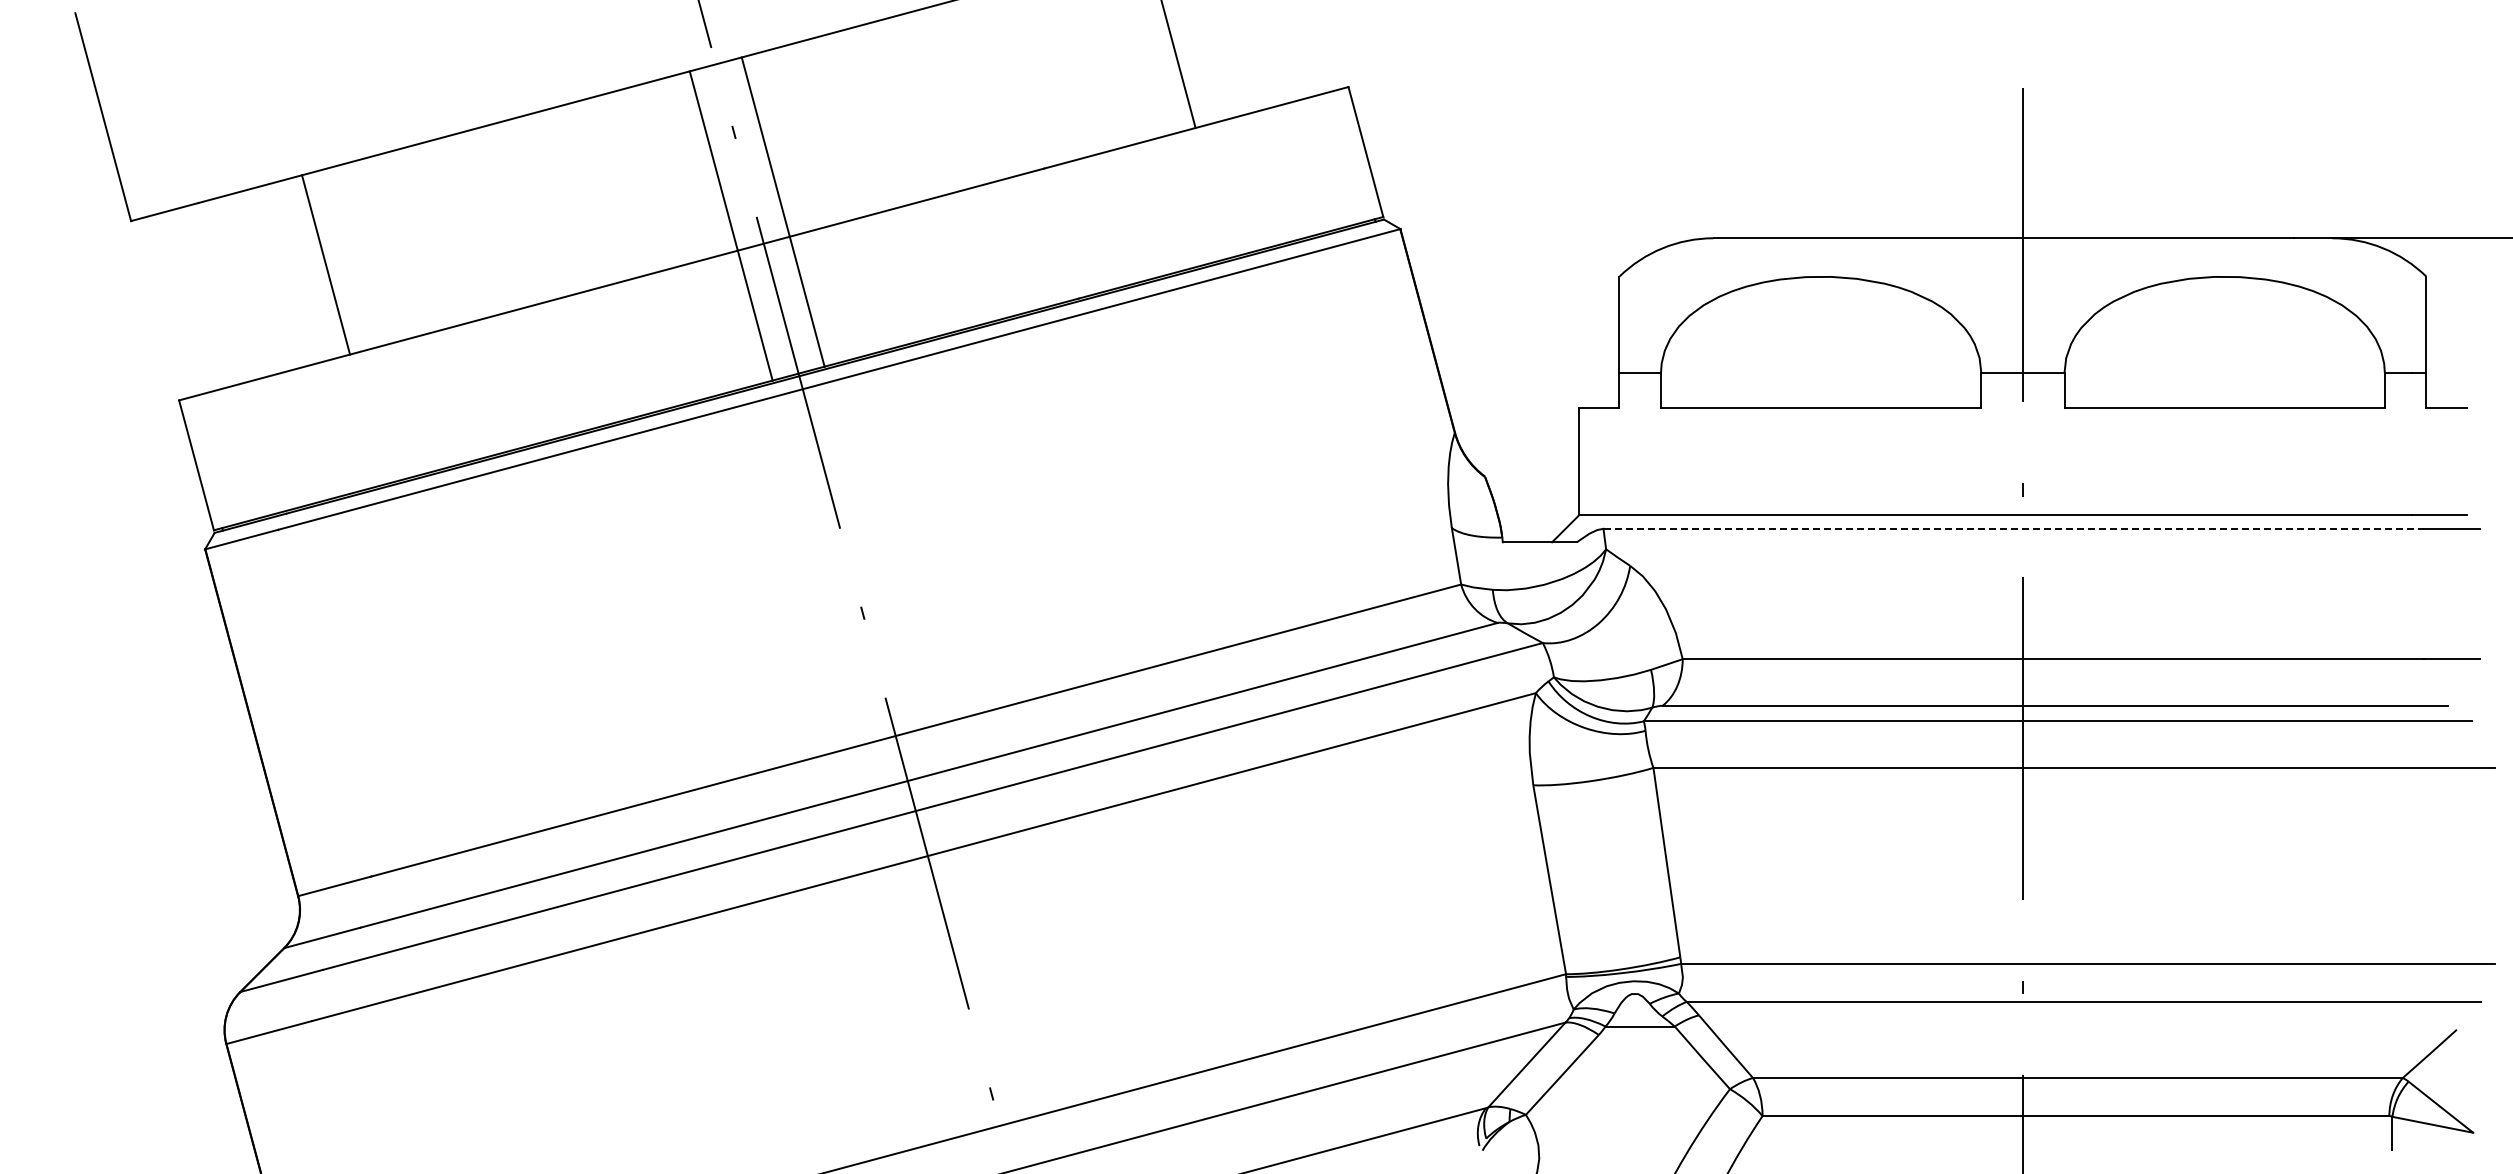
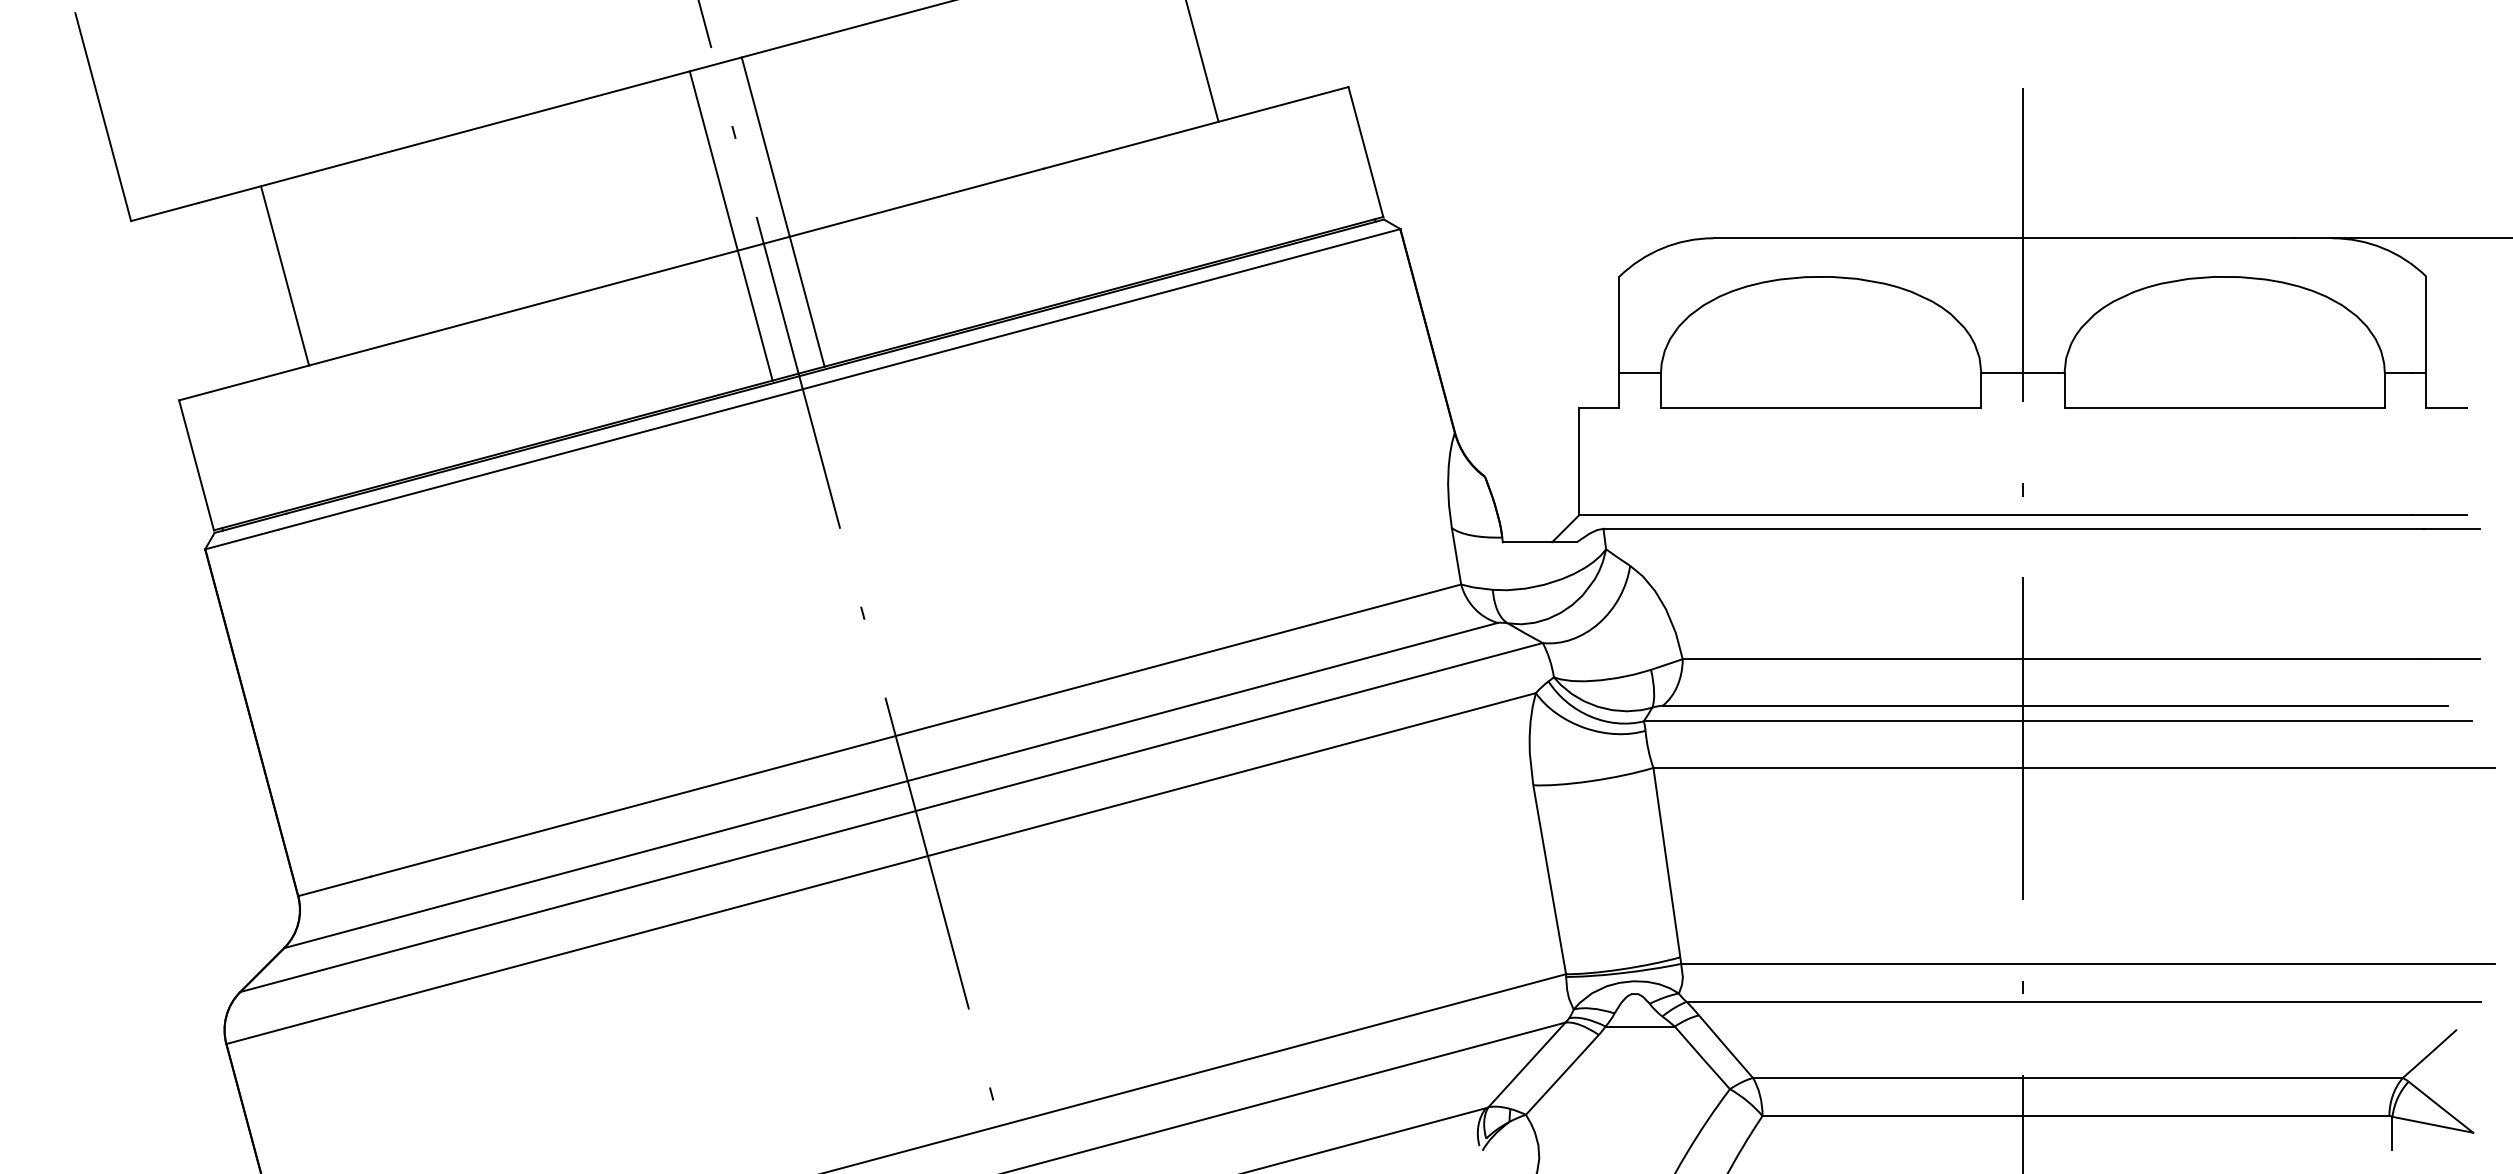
line at (1178, 64) position: (1178, 64) -> (1202, 61)
line at (326, 264) position: (326, 264) -> (285, 275)
line at (2014, 528): dashed -> solid
